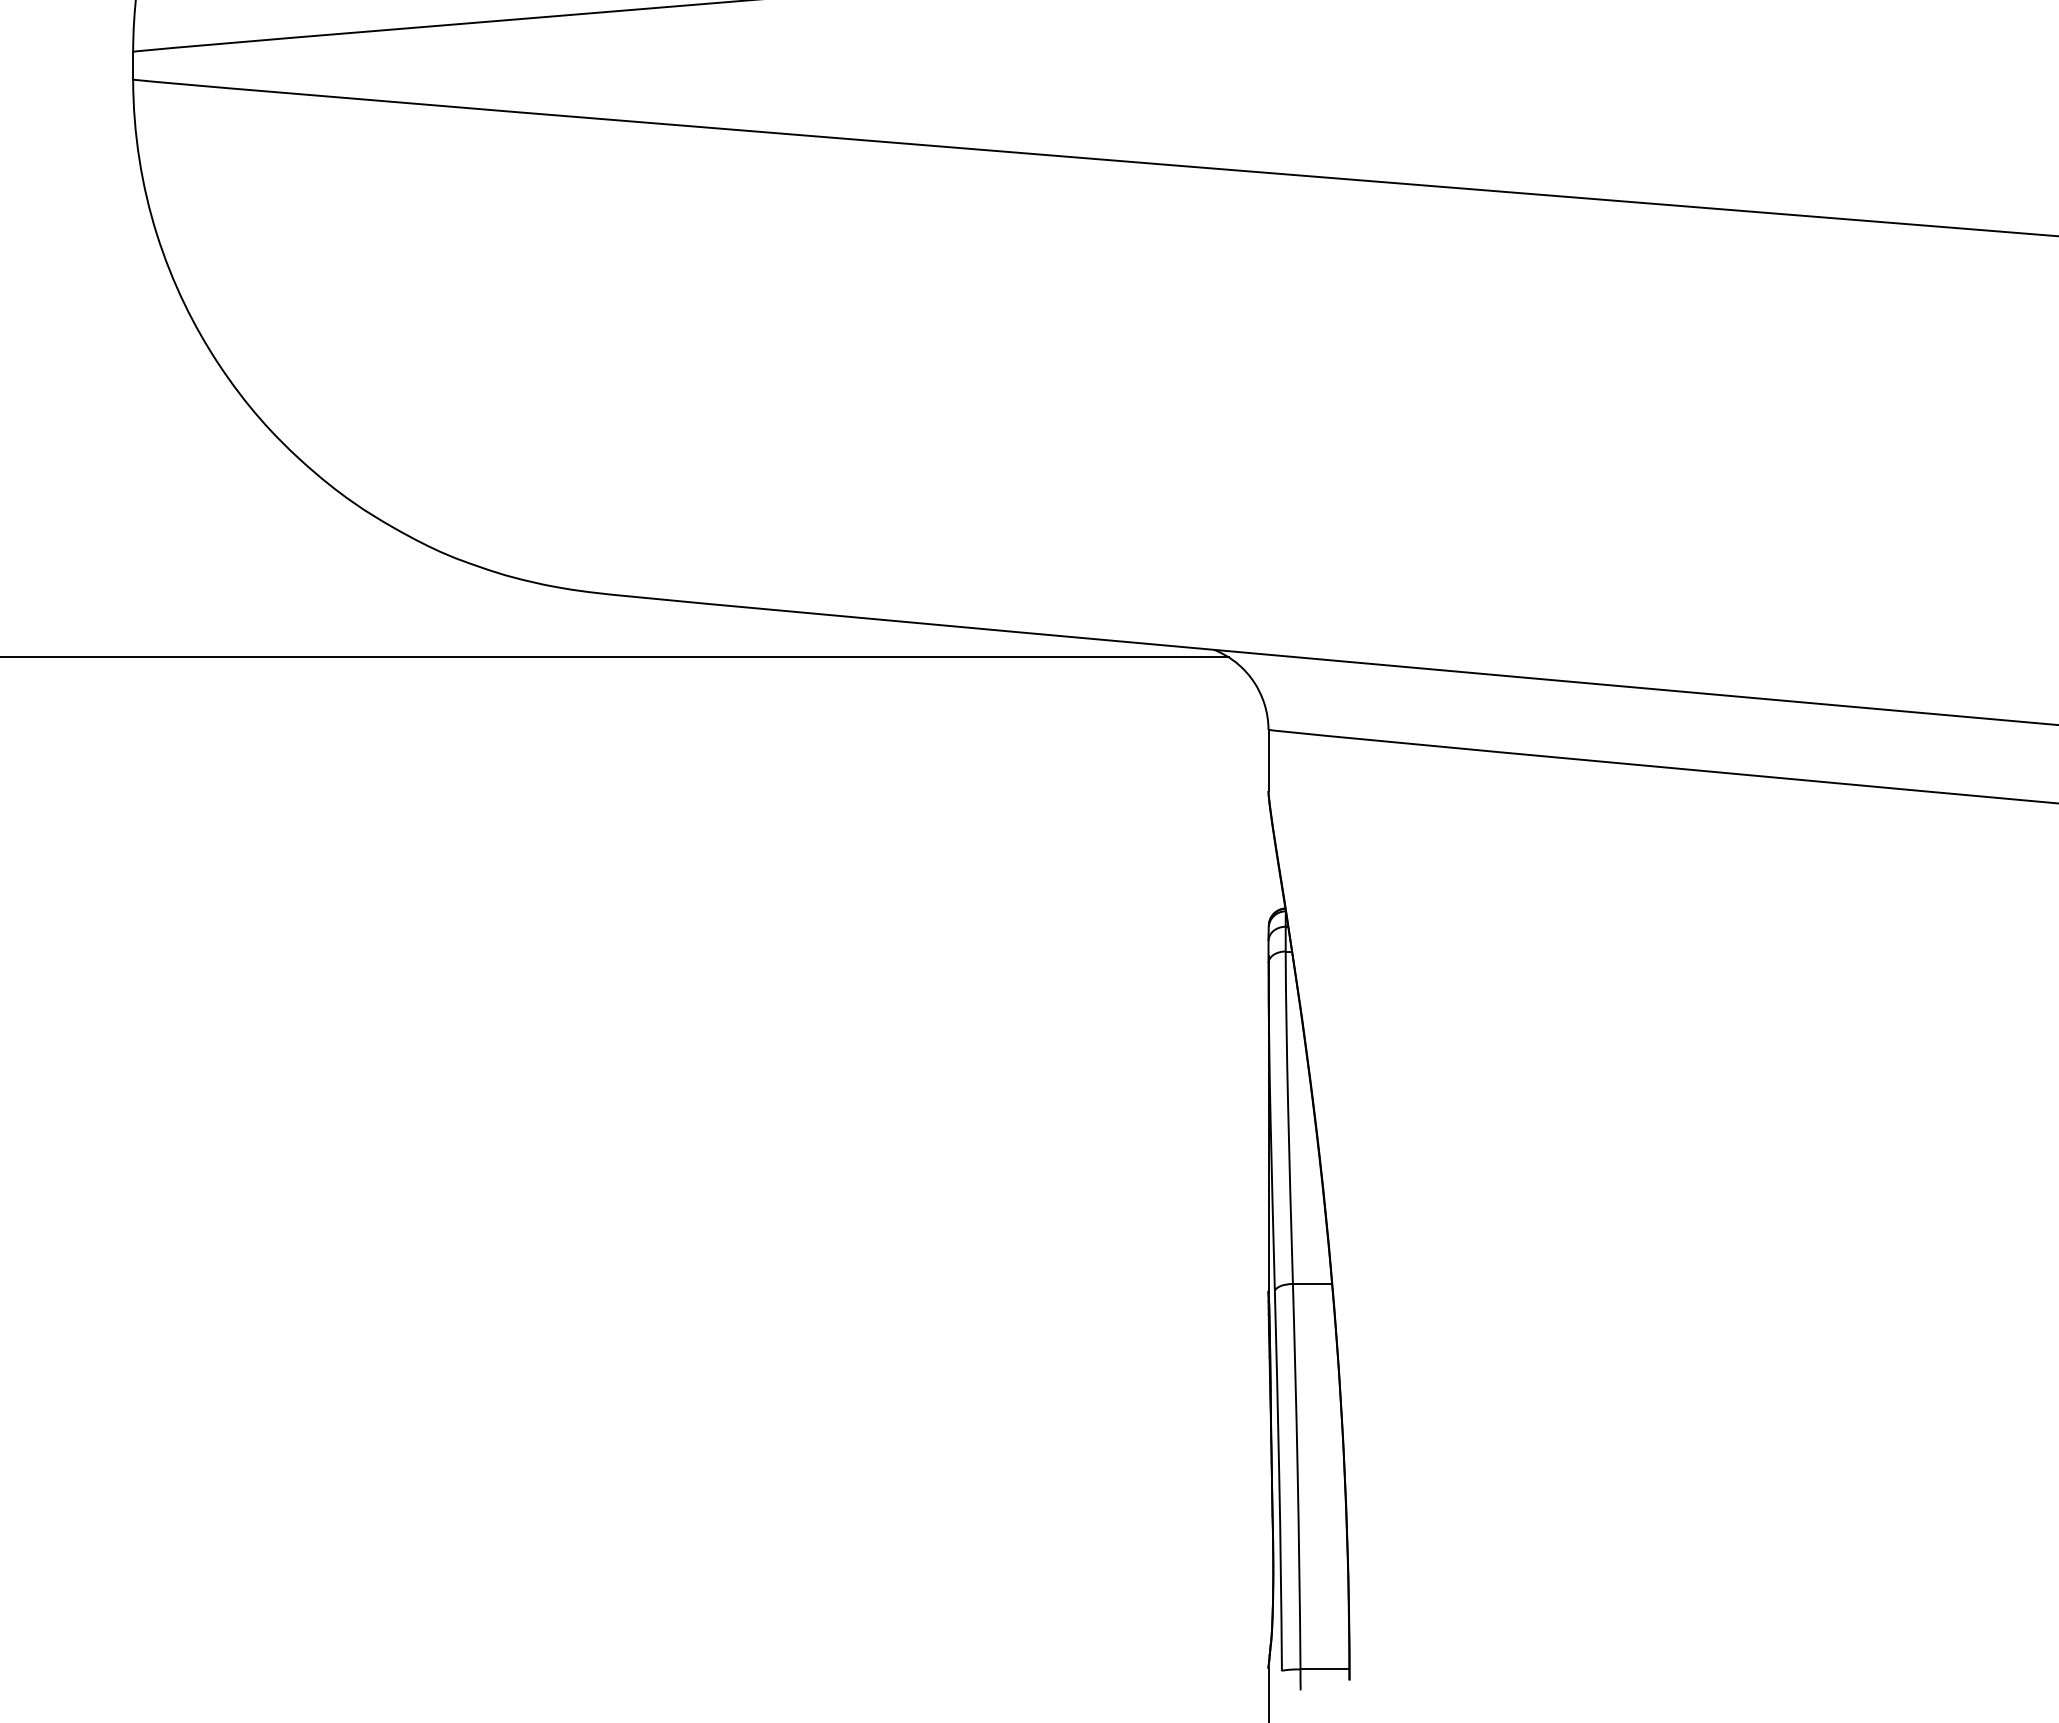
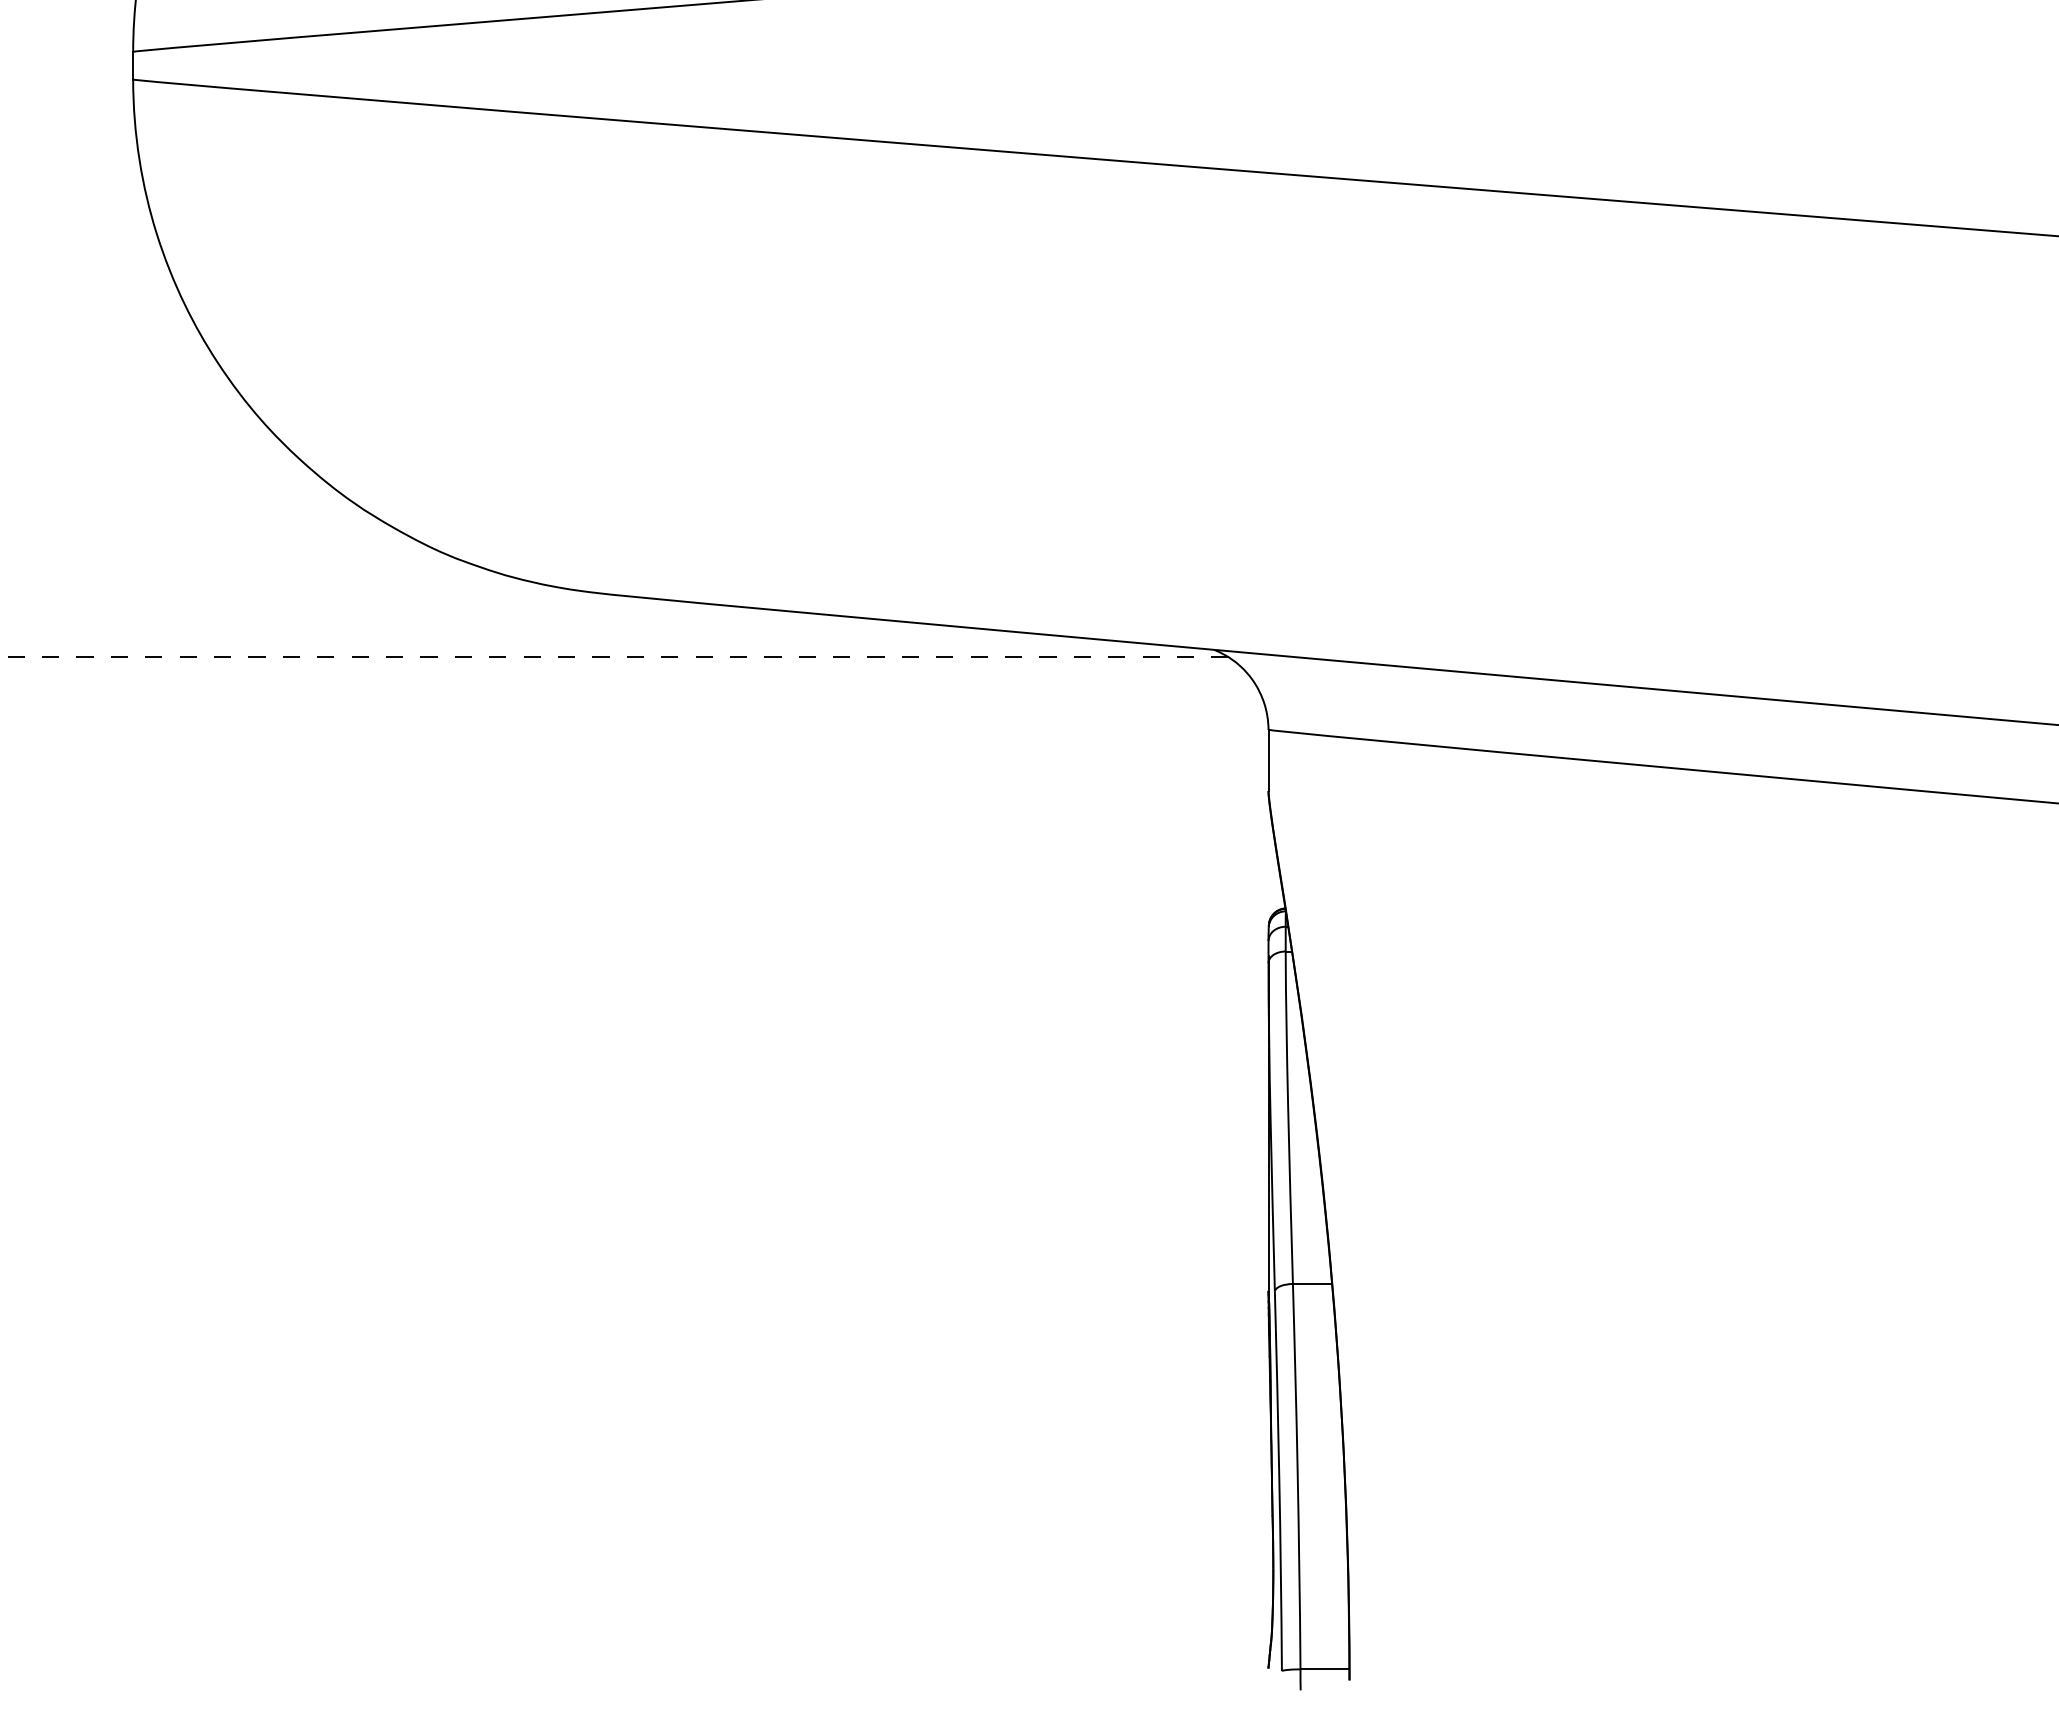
line at (614, 657): solid -> dashed
line at (1268, 1693): present -> none
